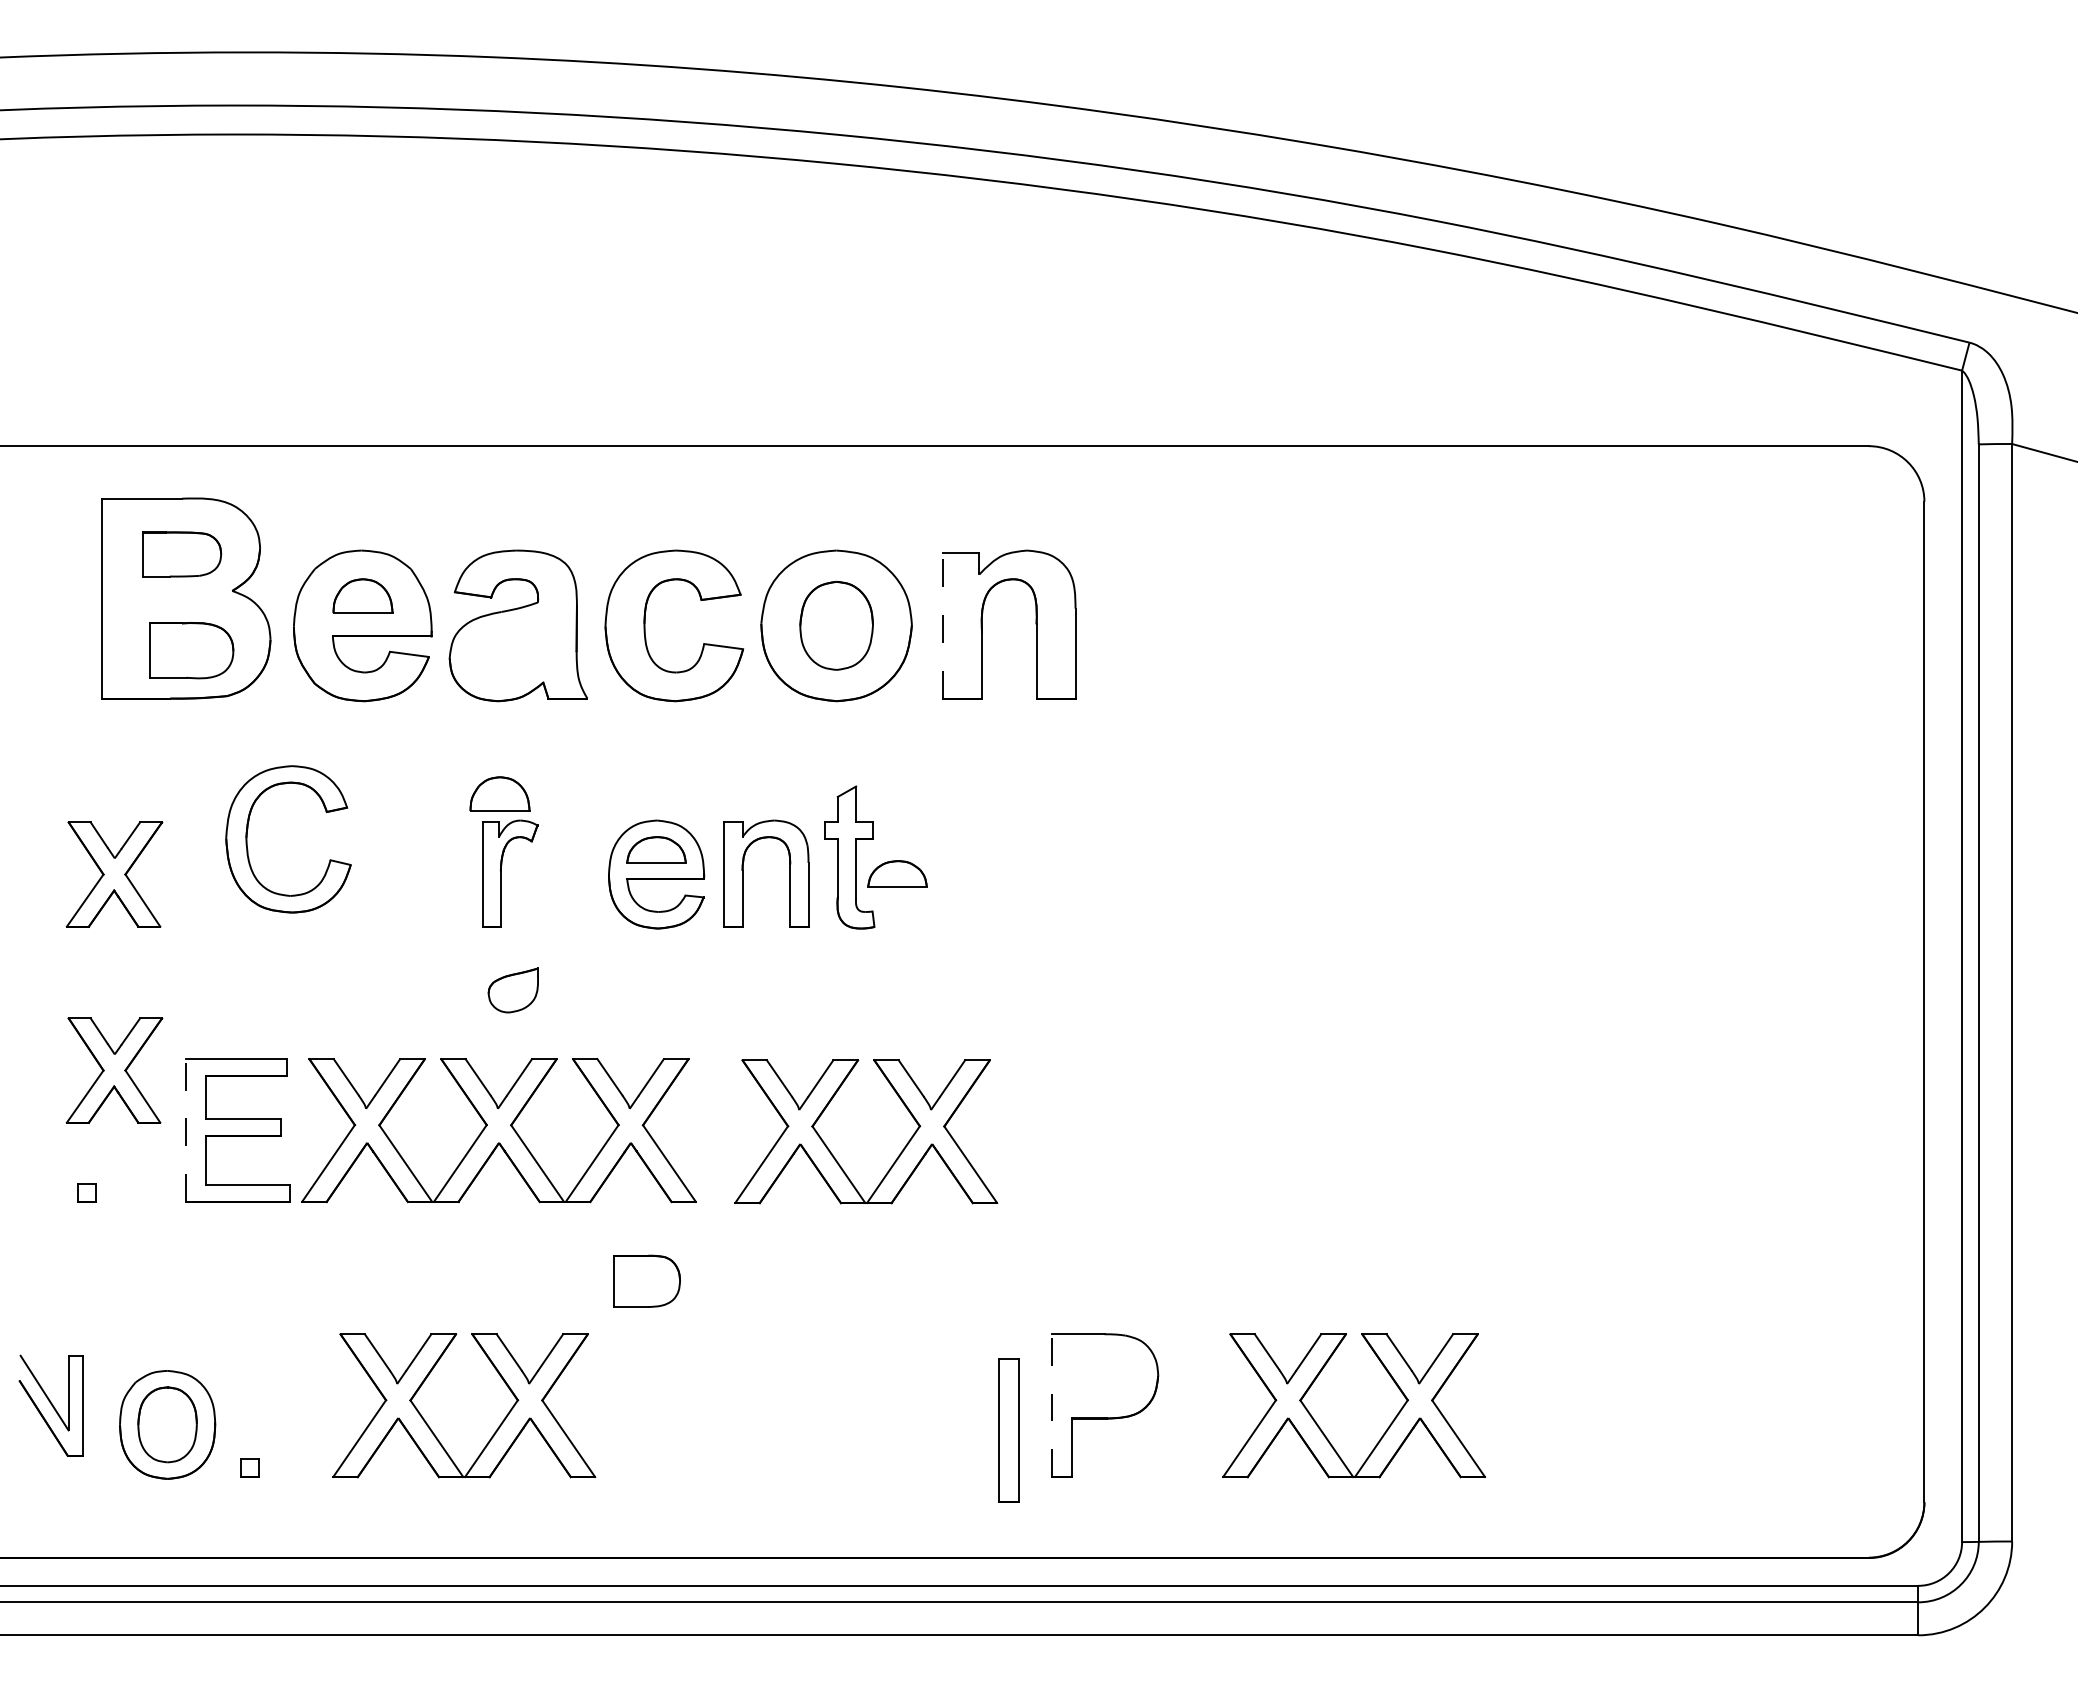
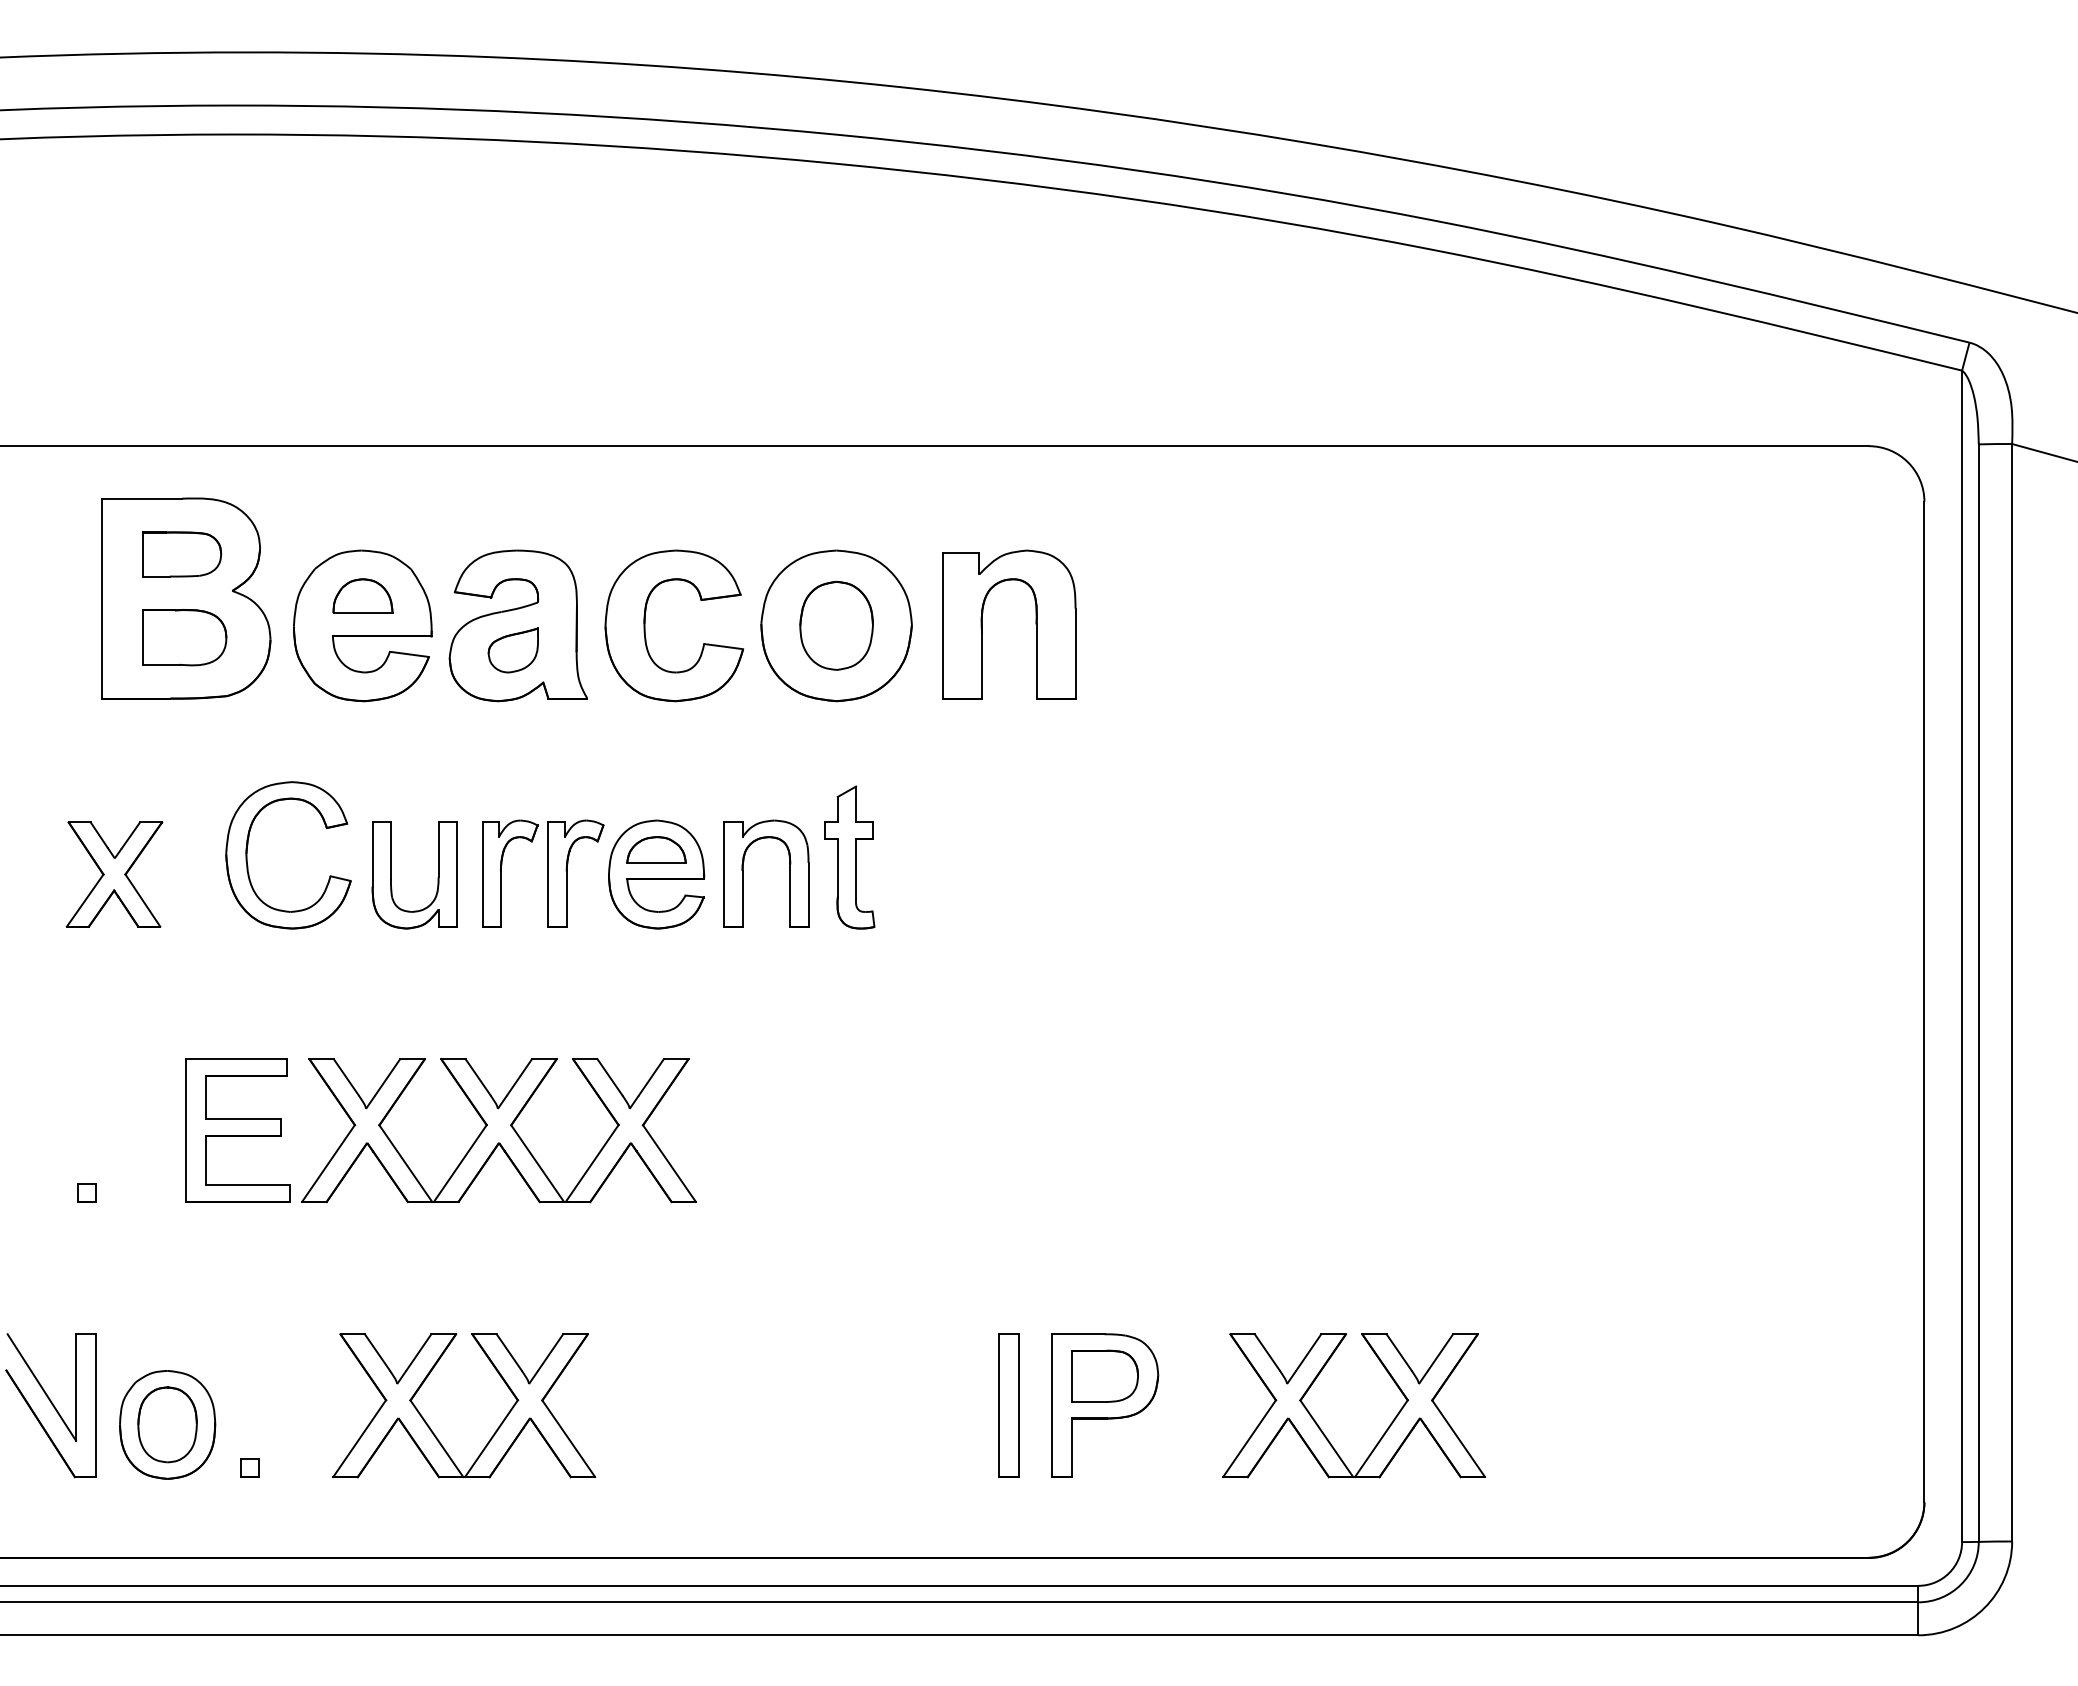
line at (943, 625): dashed -> solid
part at (191, 650) position: (191, 650) -> (184, 637)
part at (499, 793): present -> none
part at (247, 839) position: (247, 839) -> (247, 855)
part at (567, 873): none -> present
part at (897, 873): present -> none
part at (391, 875): none -> present
part at (512, 990) position: (512, 990) -> (512, 650)
part at (114, 1070): present -> none
line at (185, 1129): dashed -> solid
part at (897, 1156): present -> none
part at (646, 1280) position: (646, 1280) -> (1104, 1375)
part at (50, 1405) size: 66x103 px -> 92x146 px
line at (1052, 1405): dashed -> solid
part at (1008, 1430) position: (1008, 1430) -> (1008, 1405)
